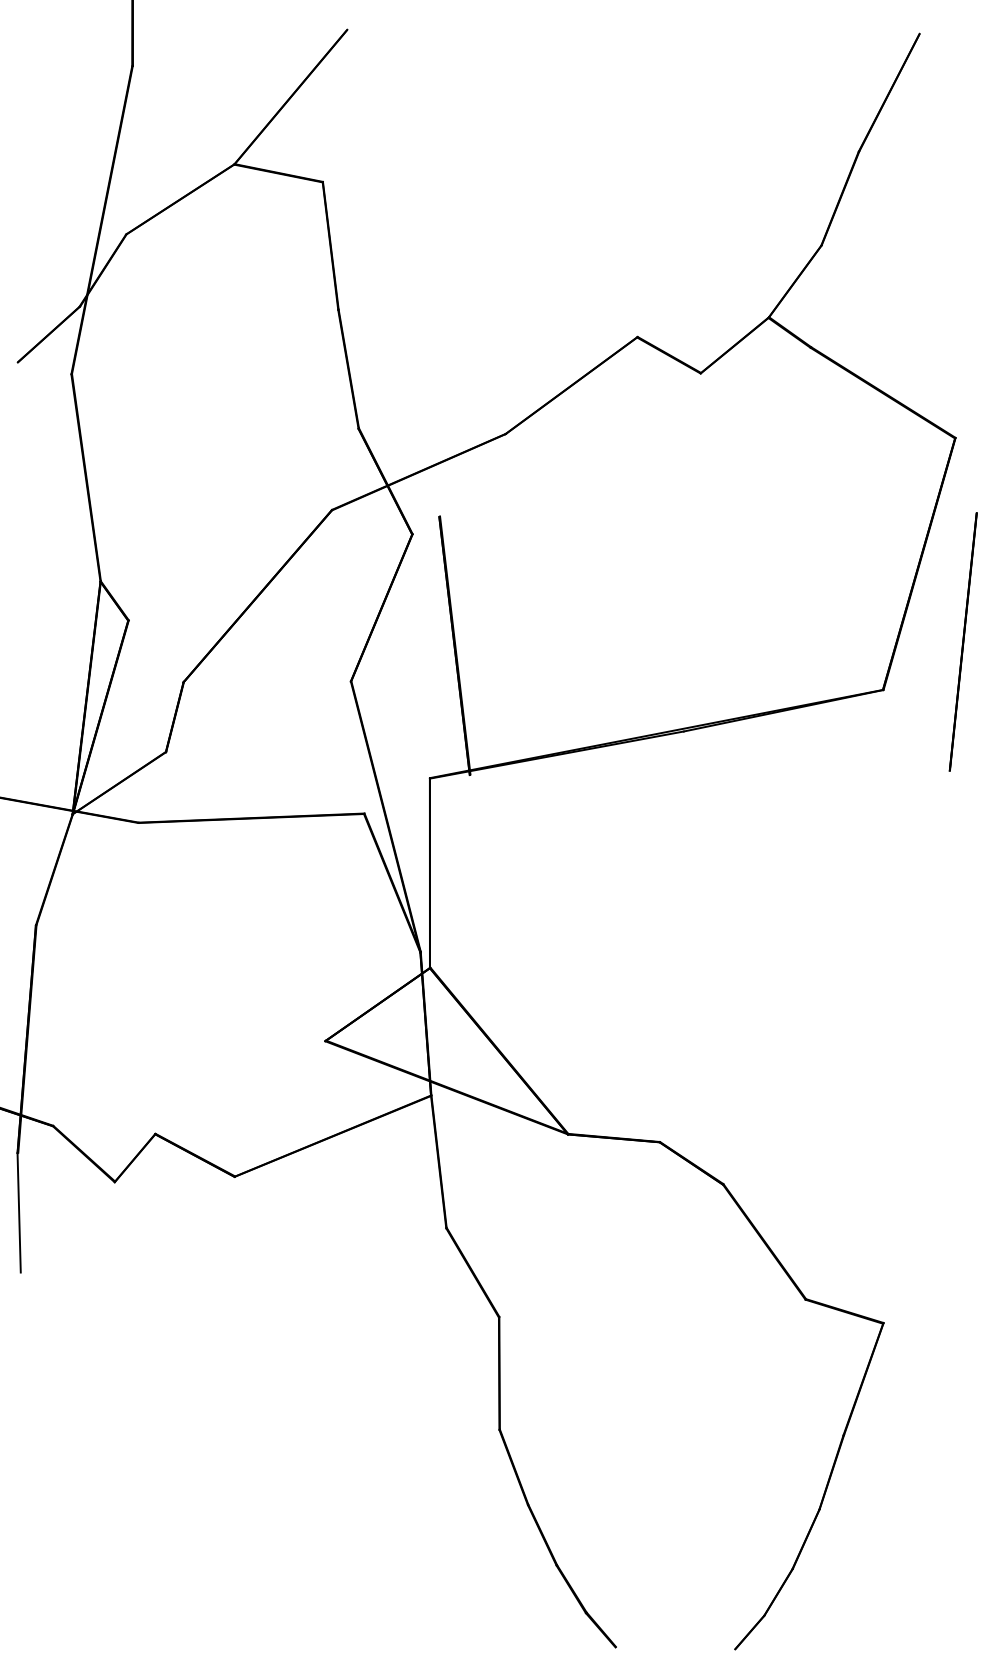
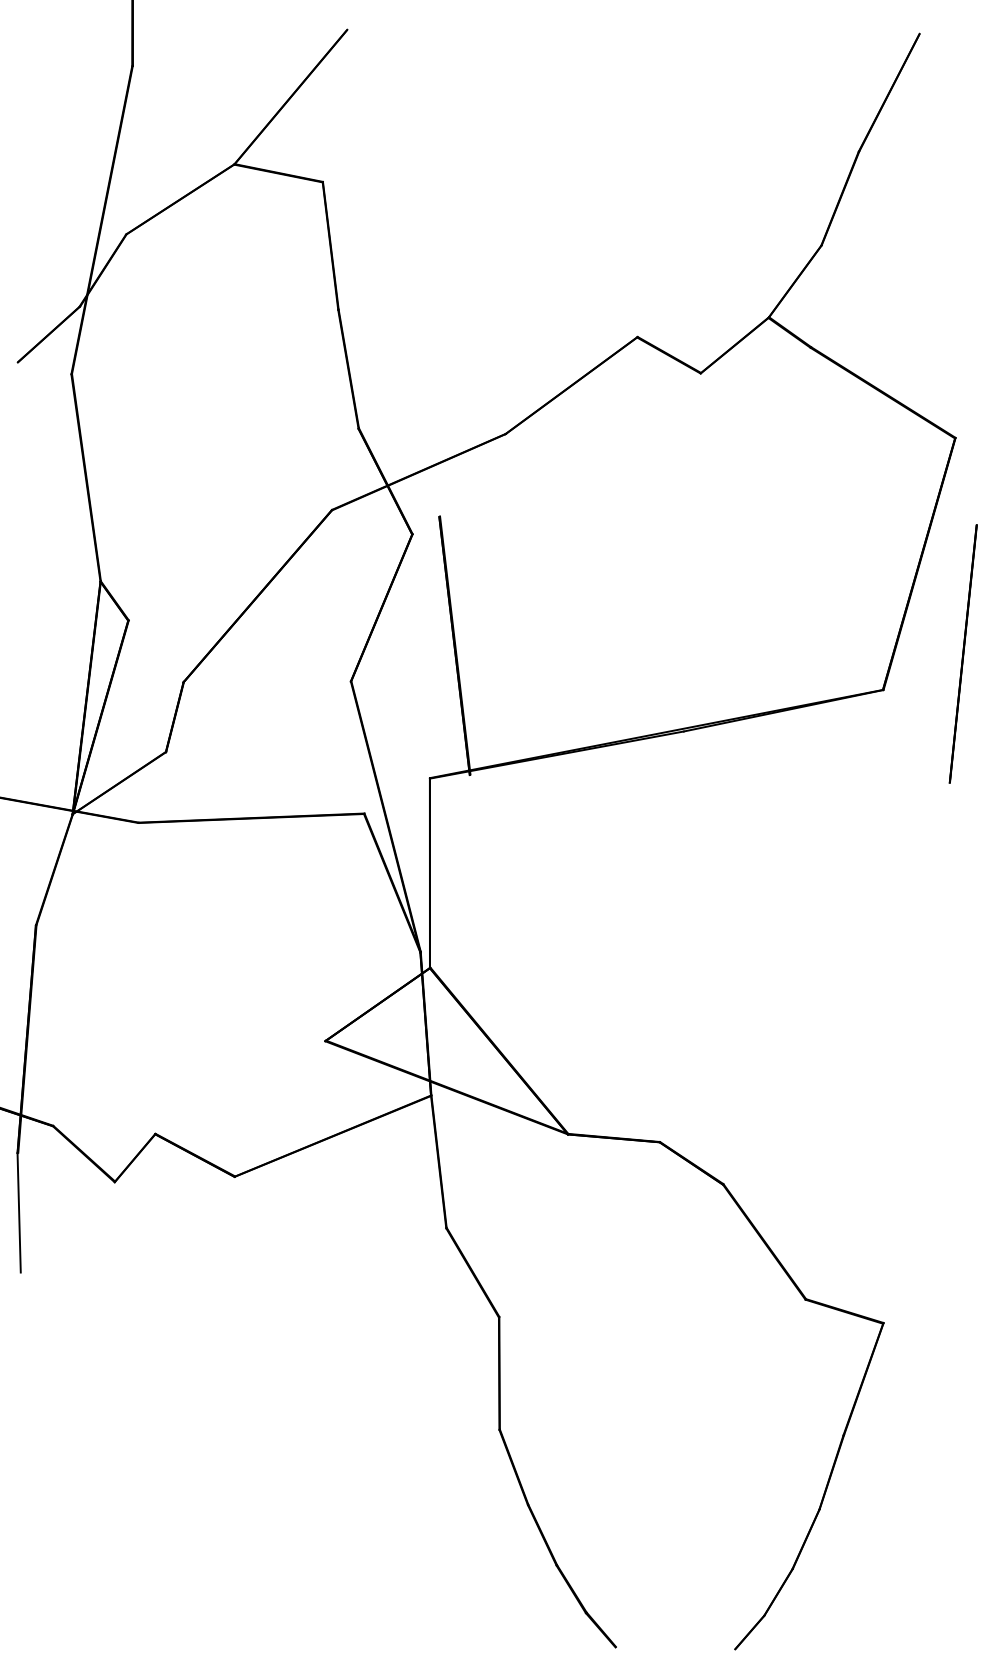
line at (962, 641) position: (962, 641) -> (962, 653)
